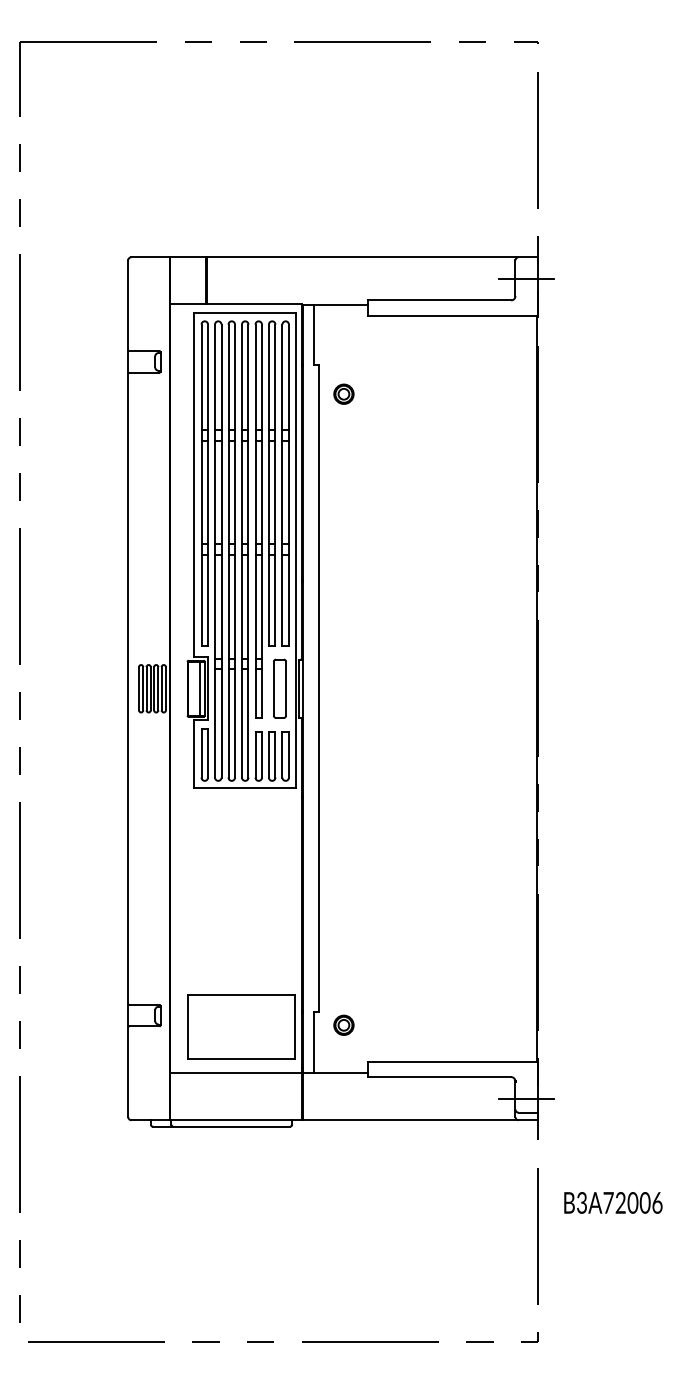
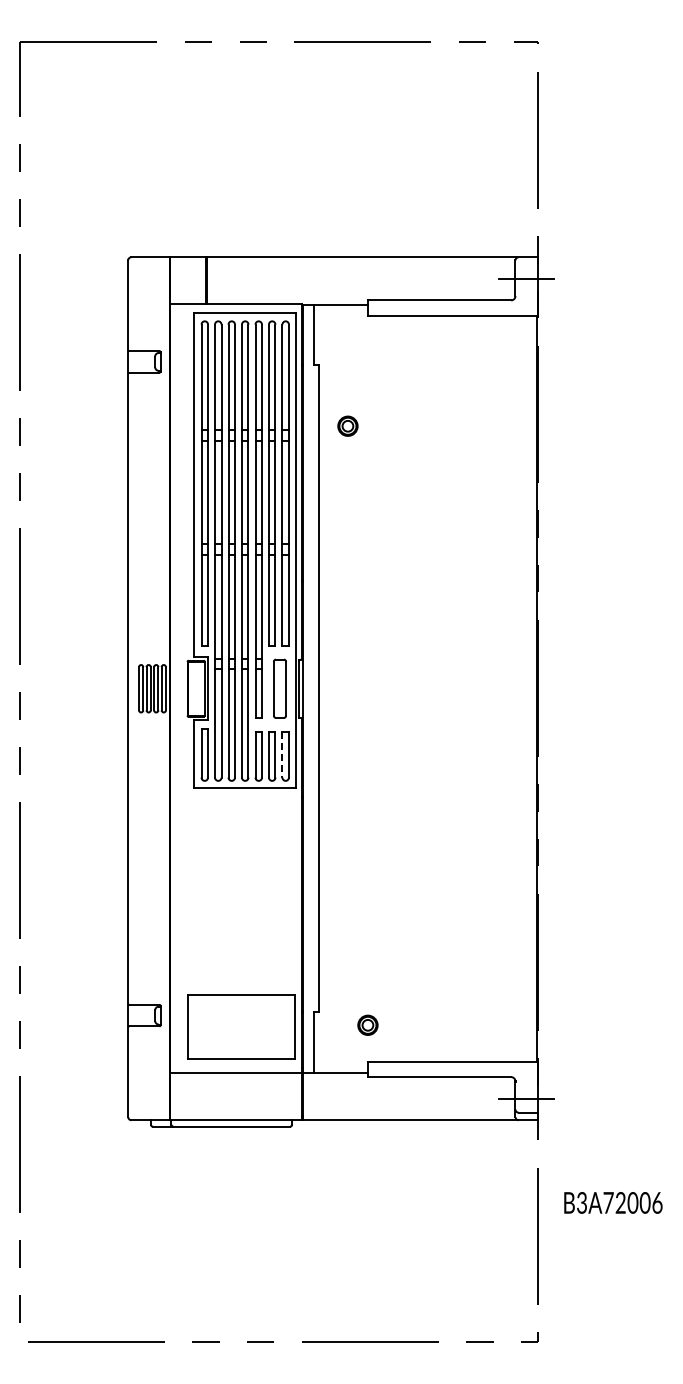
part at (343, 393) position: (343, 393) -> (347, 425)
line at (199, 688): present -> none
line at (282, 754): solid -> dashed
part at (343, 1024) position: (343, 1024) -> (367, 1024)
